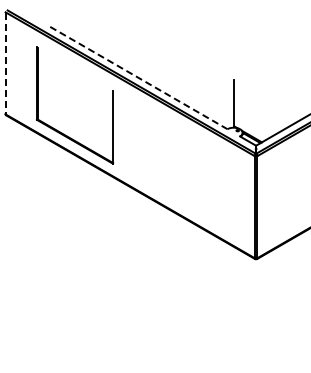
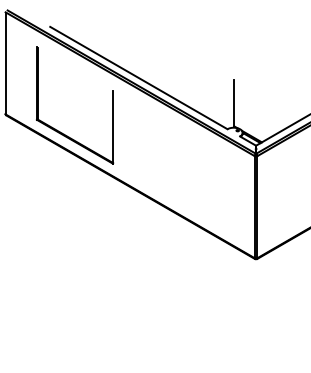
line at (5, 63): dashed -> solid
line at (139, 78): dashed -> solid
